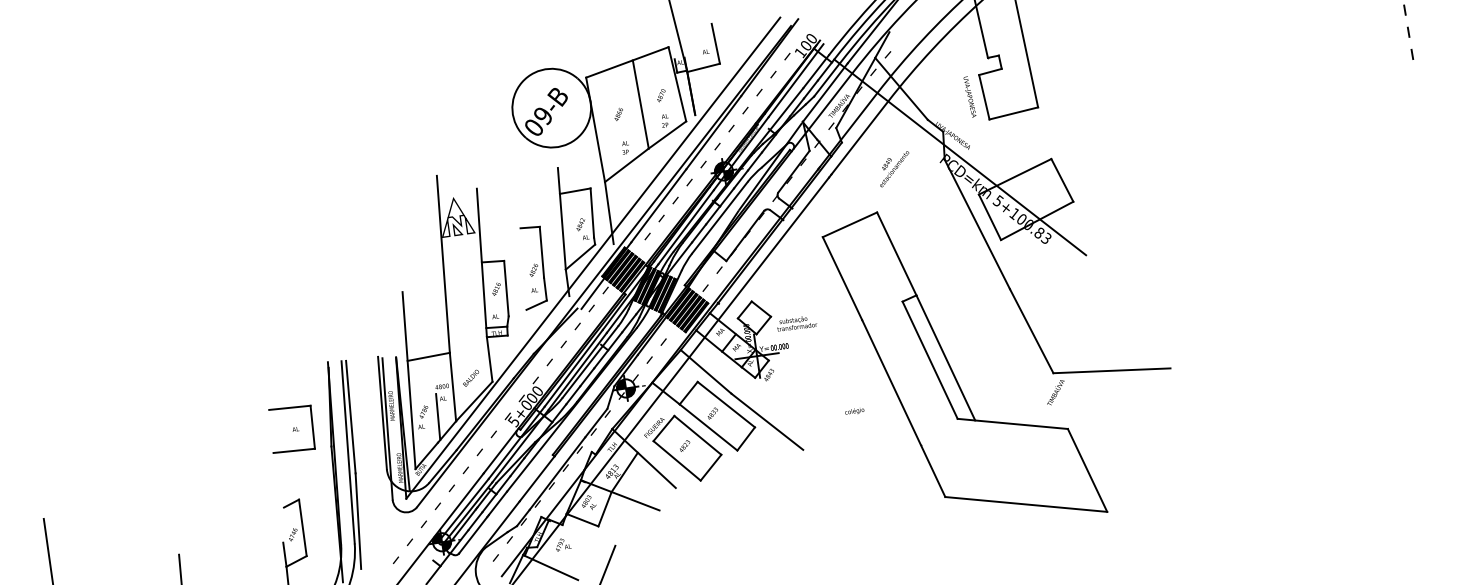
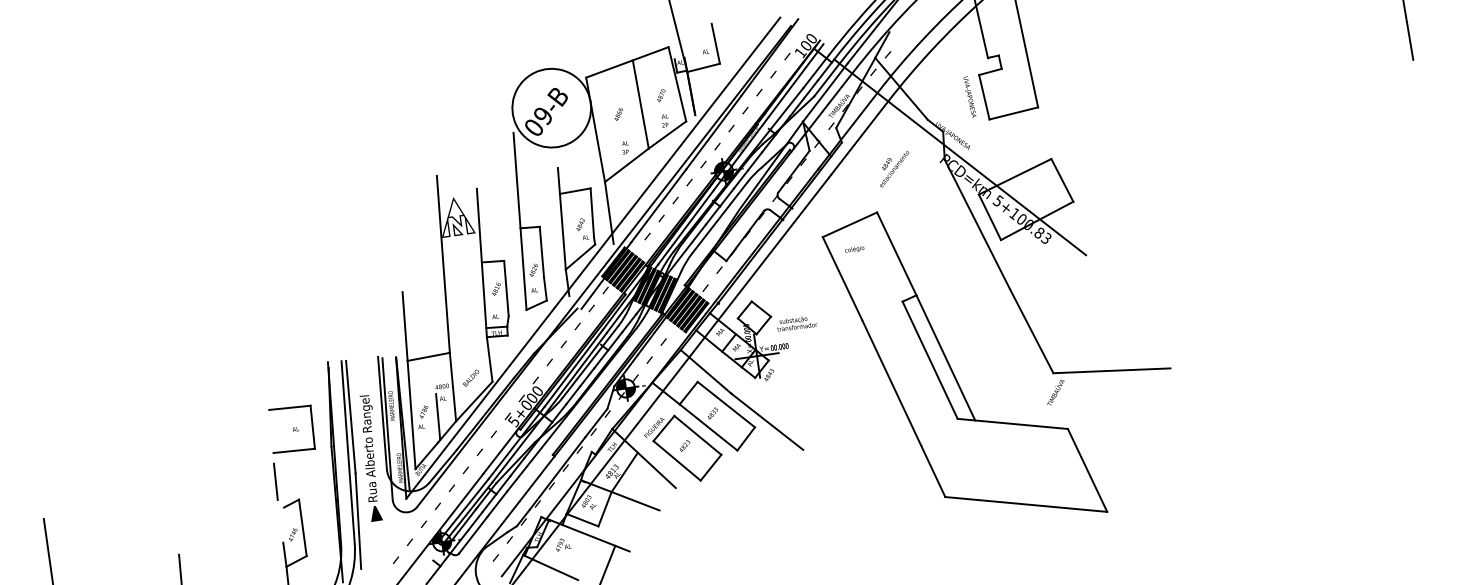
line at (1408, 30): dashed -> solid
line at (519, 220): none -> present
text at (854, 411) position: (854, 411) -> (854, 249)
part at (370, 458): none -> present
line at (275, 481): none -> present
line at (595, 538): none -> present
